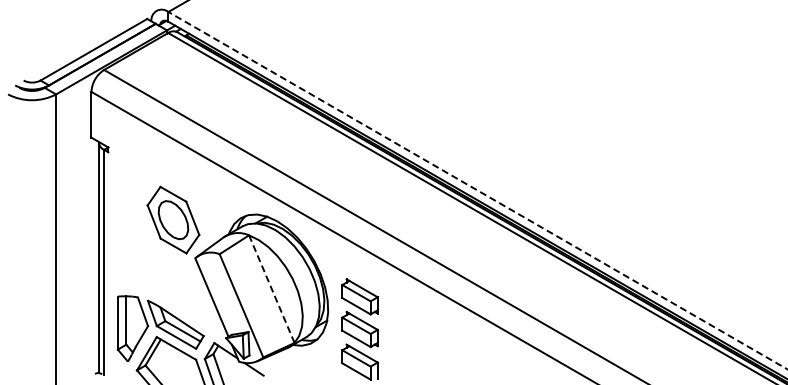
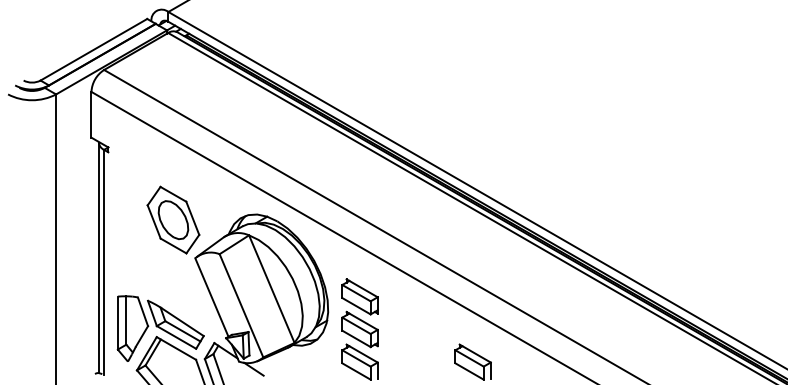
line at (477, 190): dashed -> solid
line at (271, 288): dashed -> solid
part at (472, 361): none -> present
